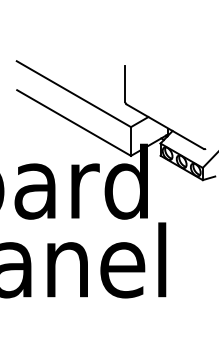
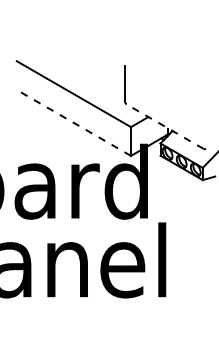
line at (74, 123): solid -> dashed
line at (164, 126): solid -> dashed
